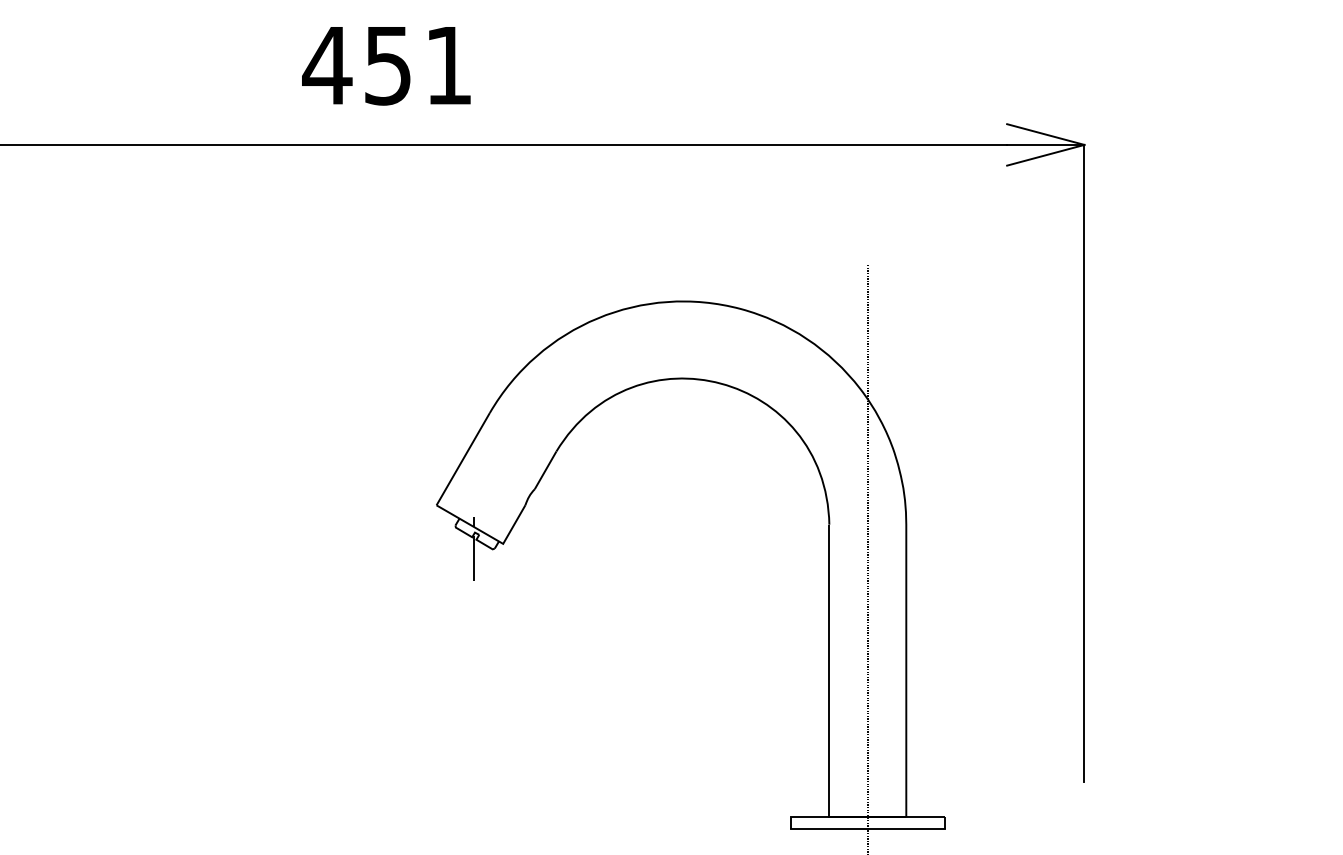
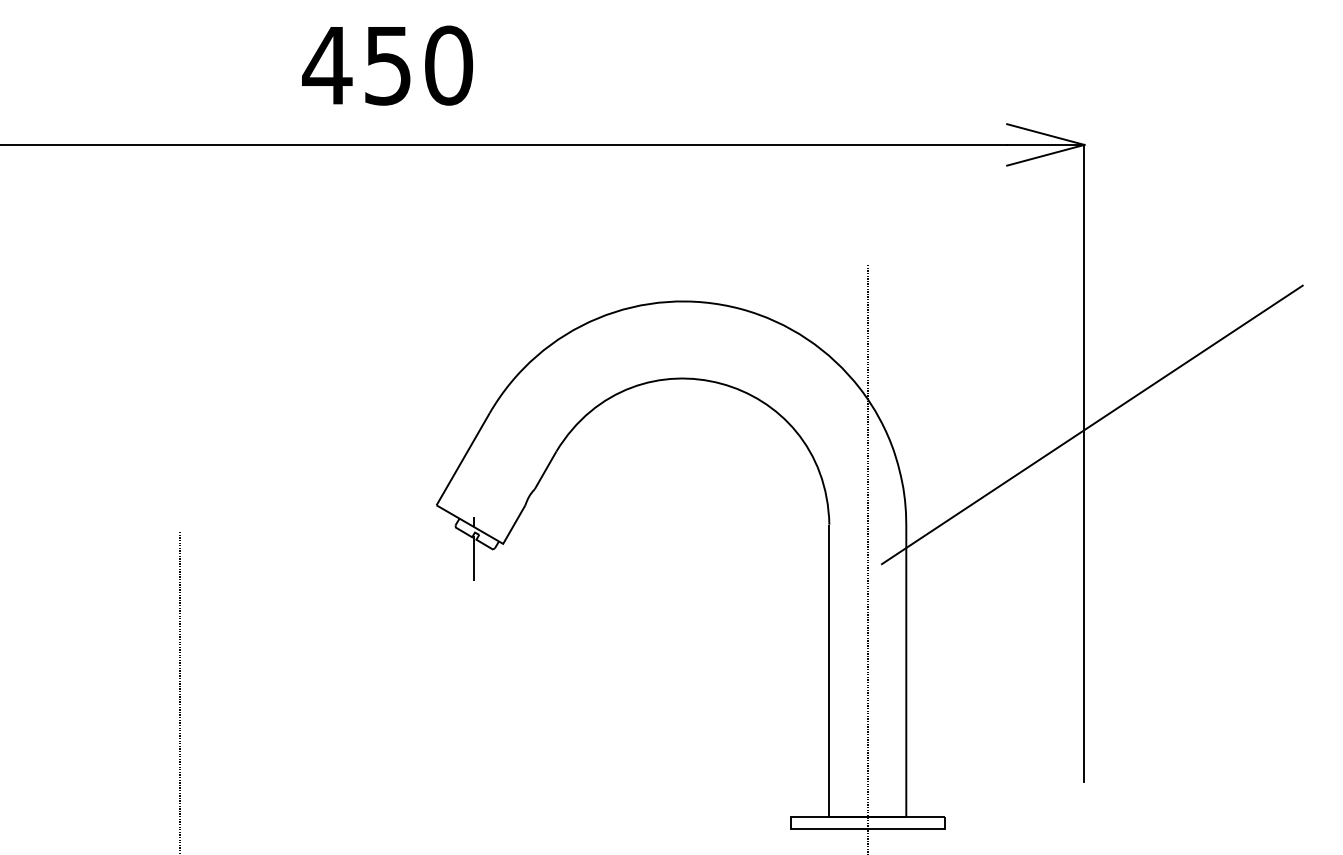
text at (449, 65): 451 -> 450
line at (1091, 424): none -> present
line at (179, 691): none -> present
